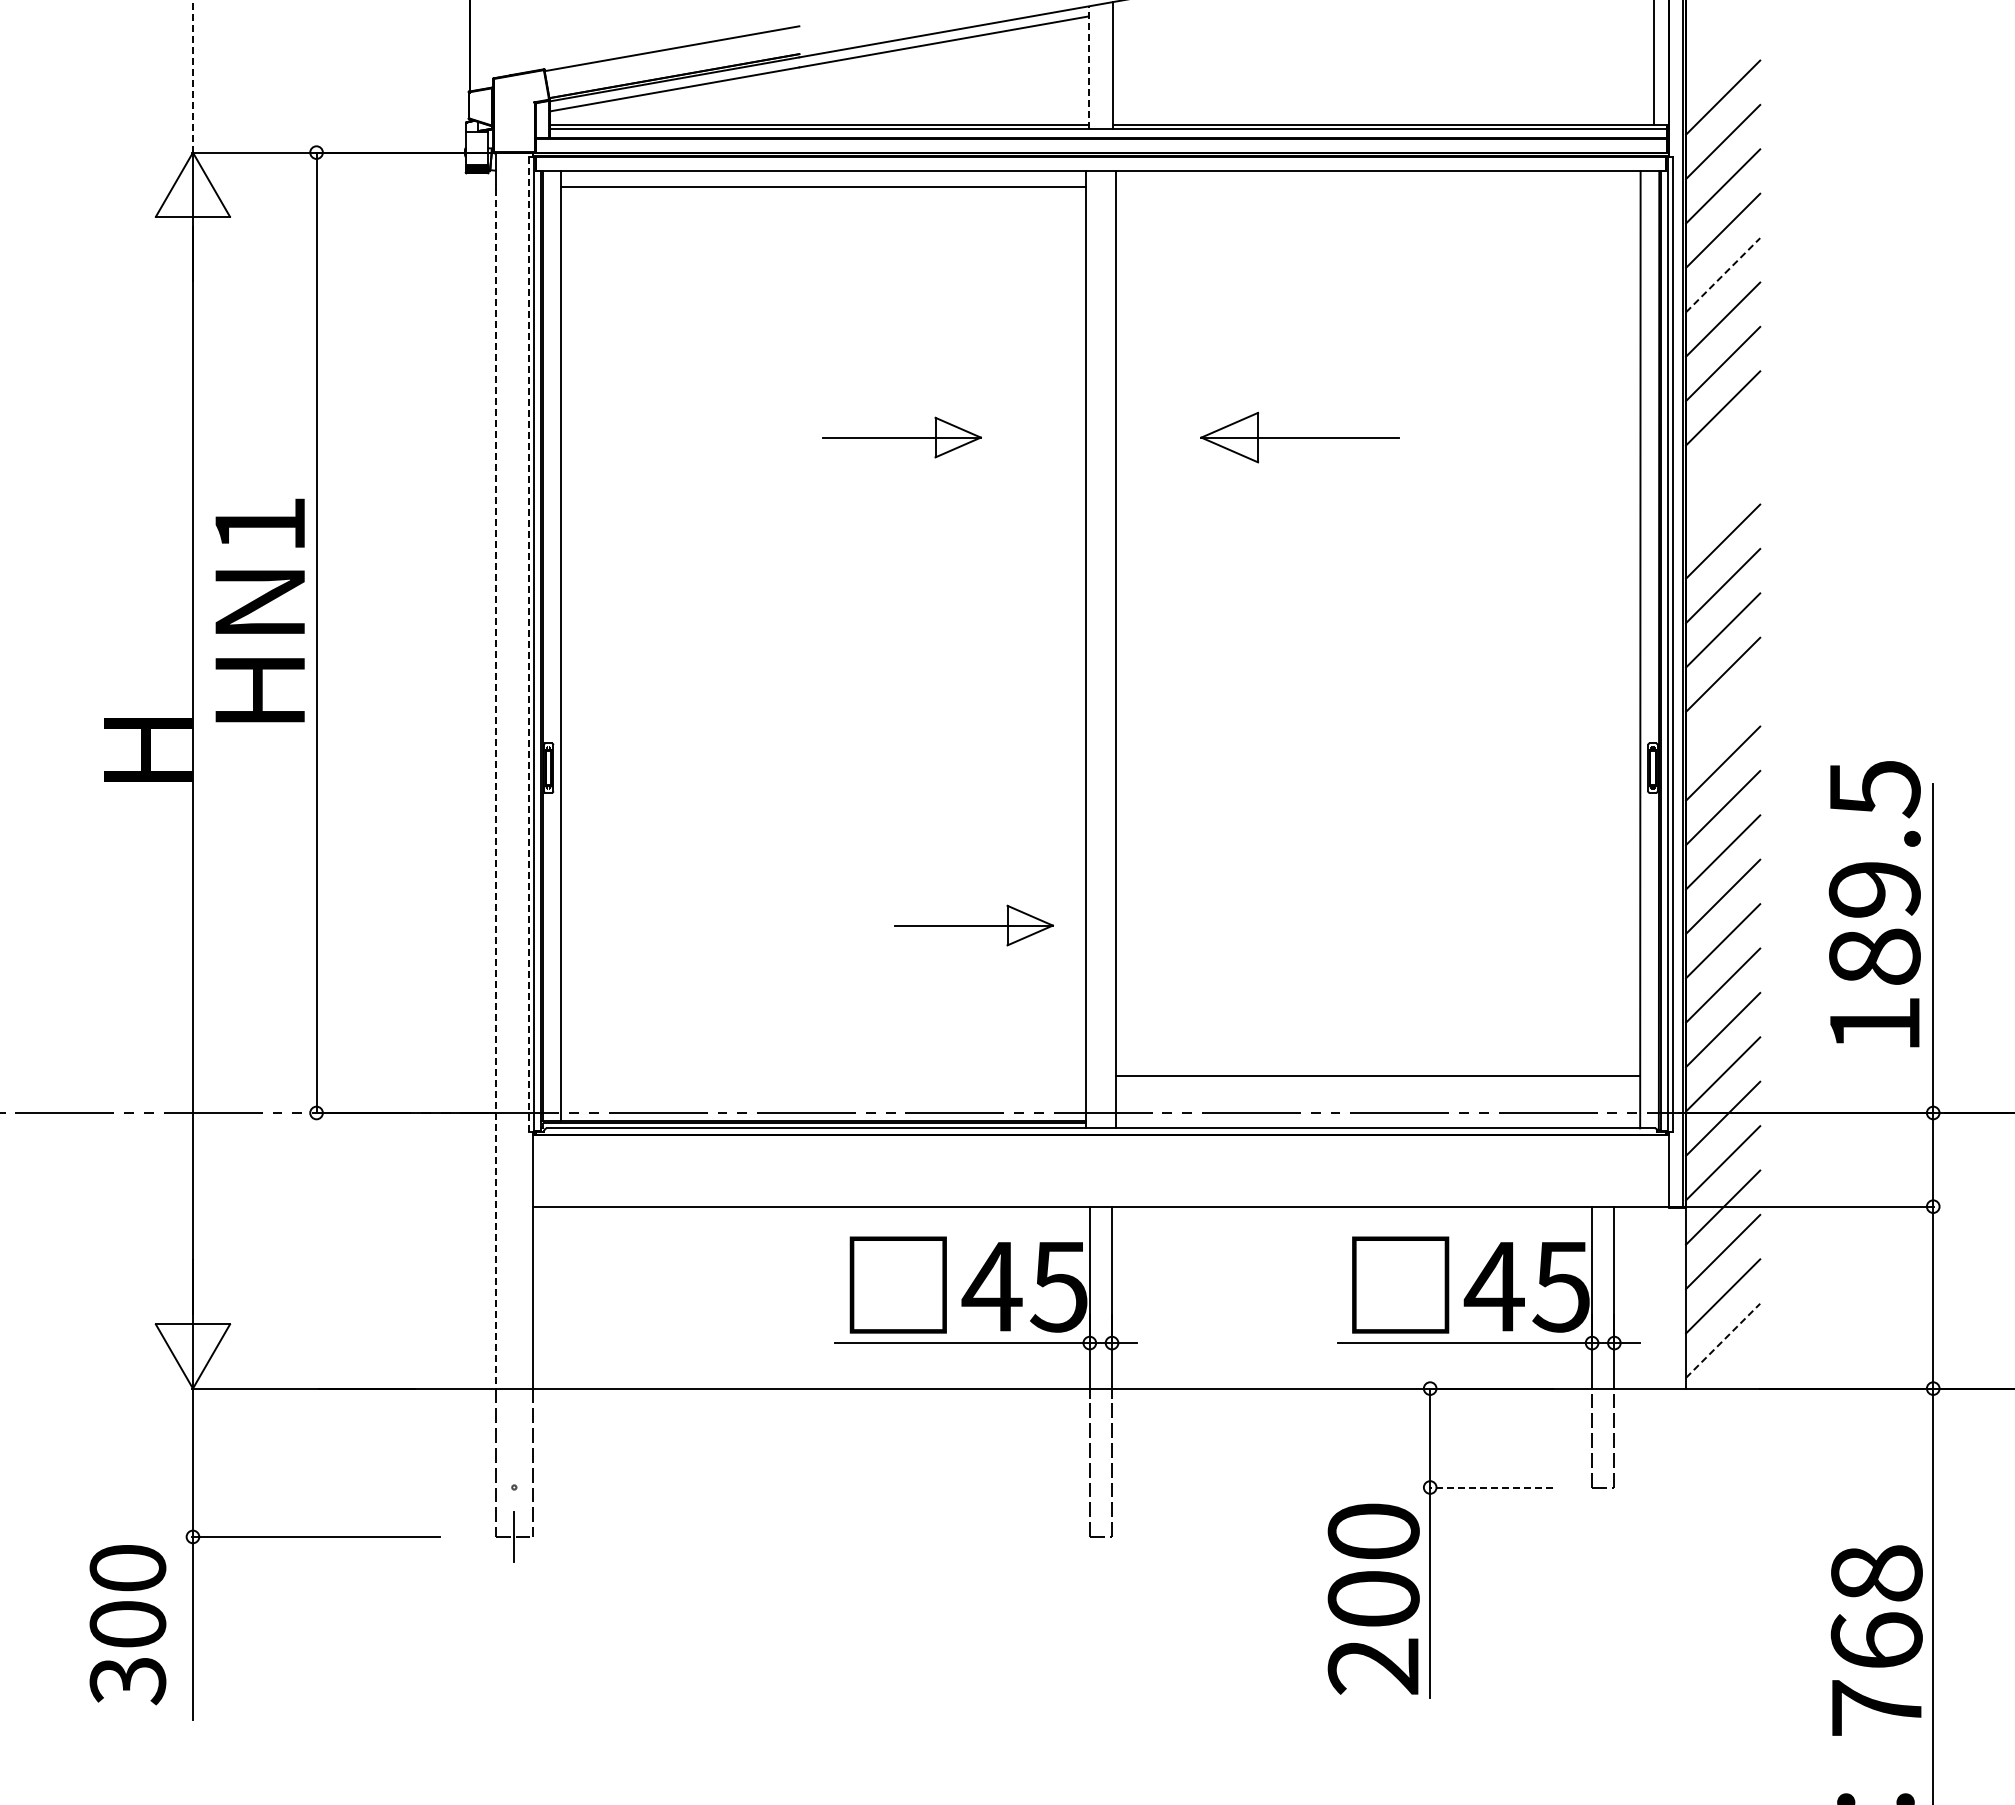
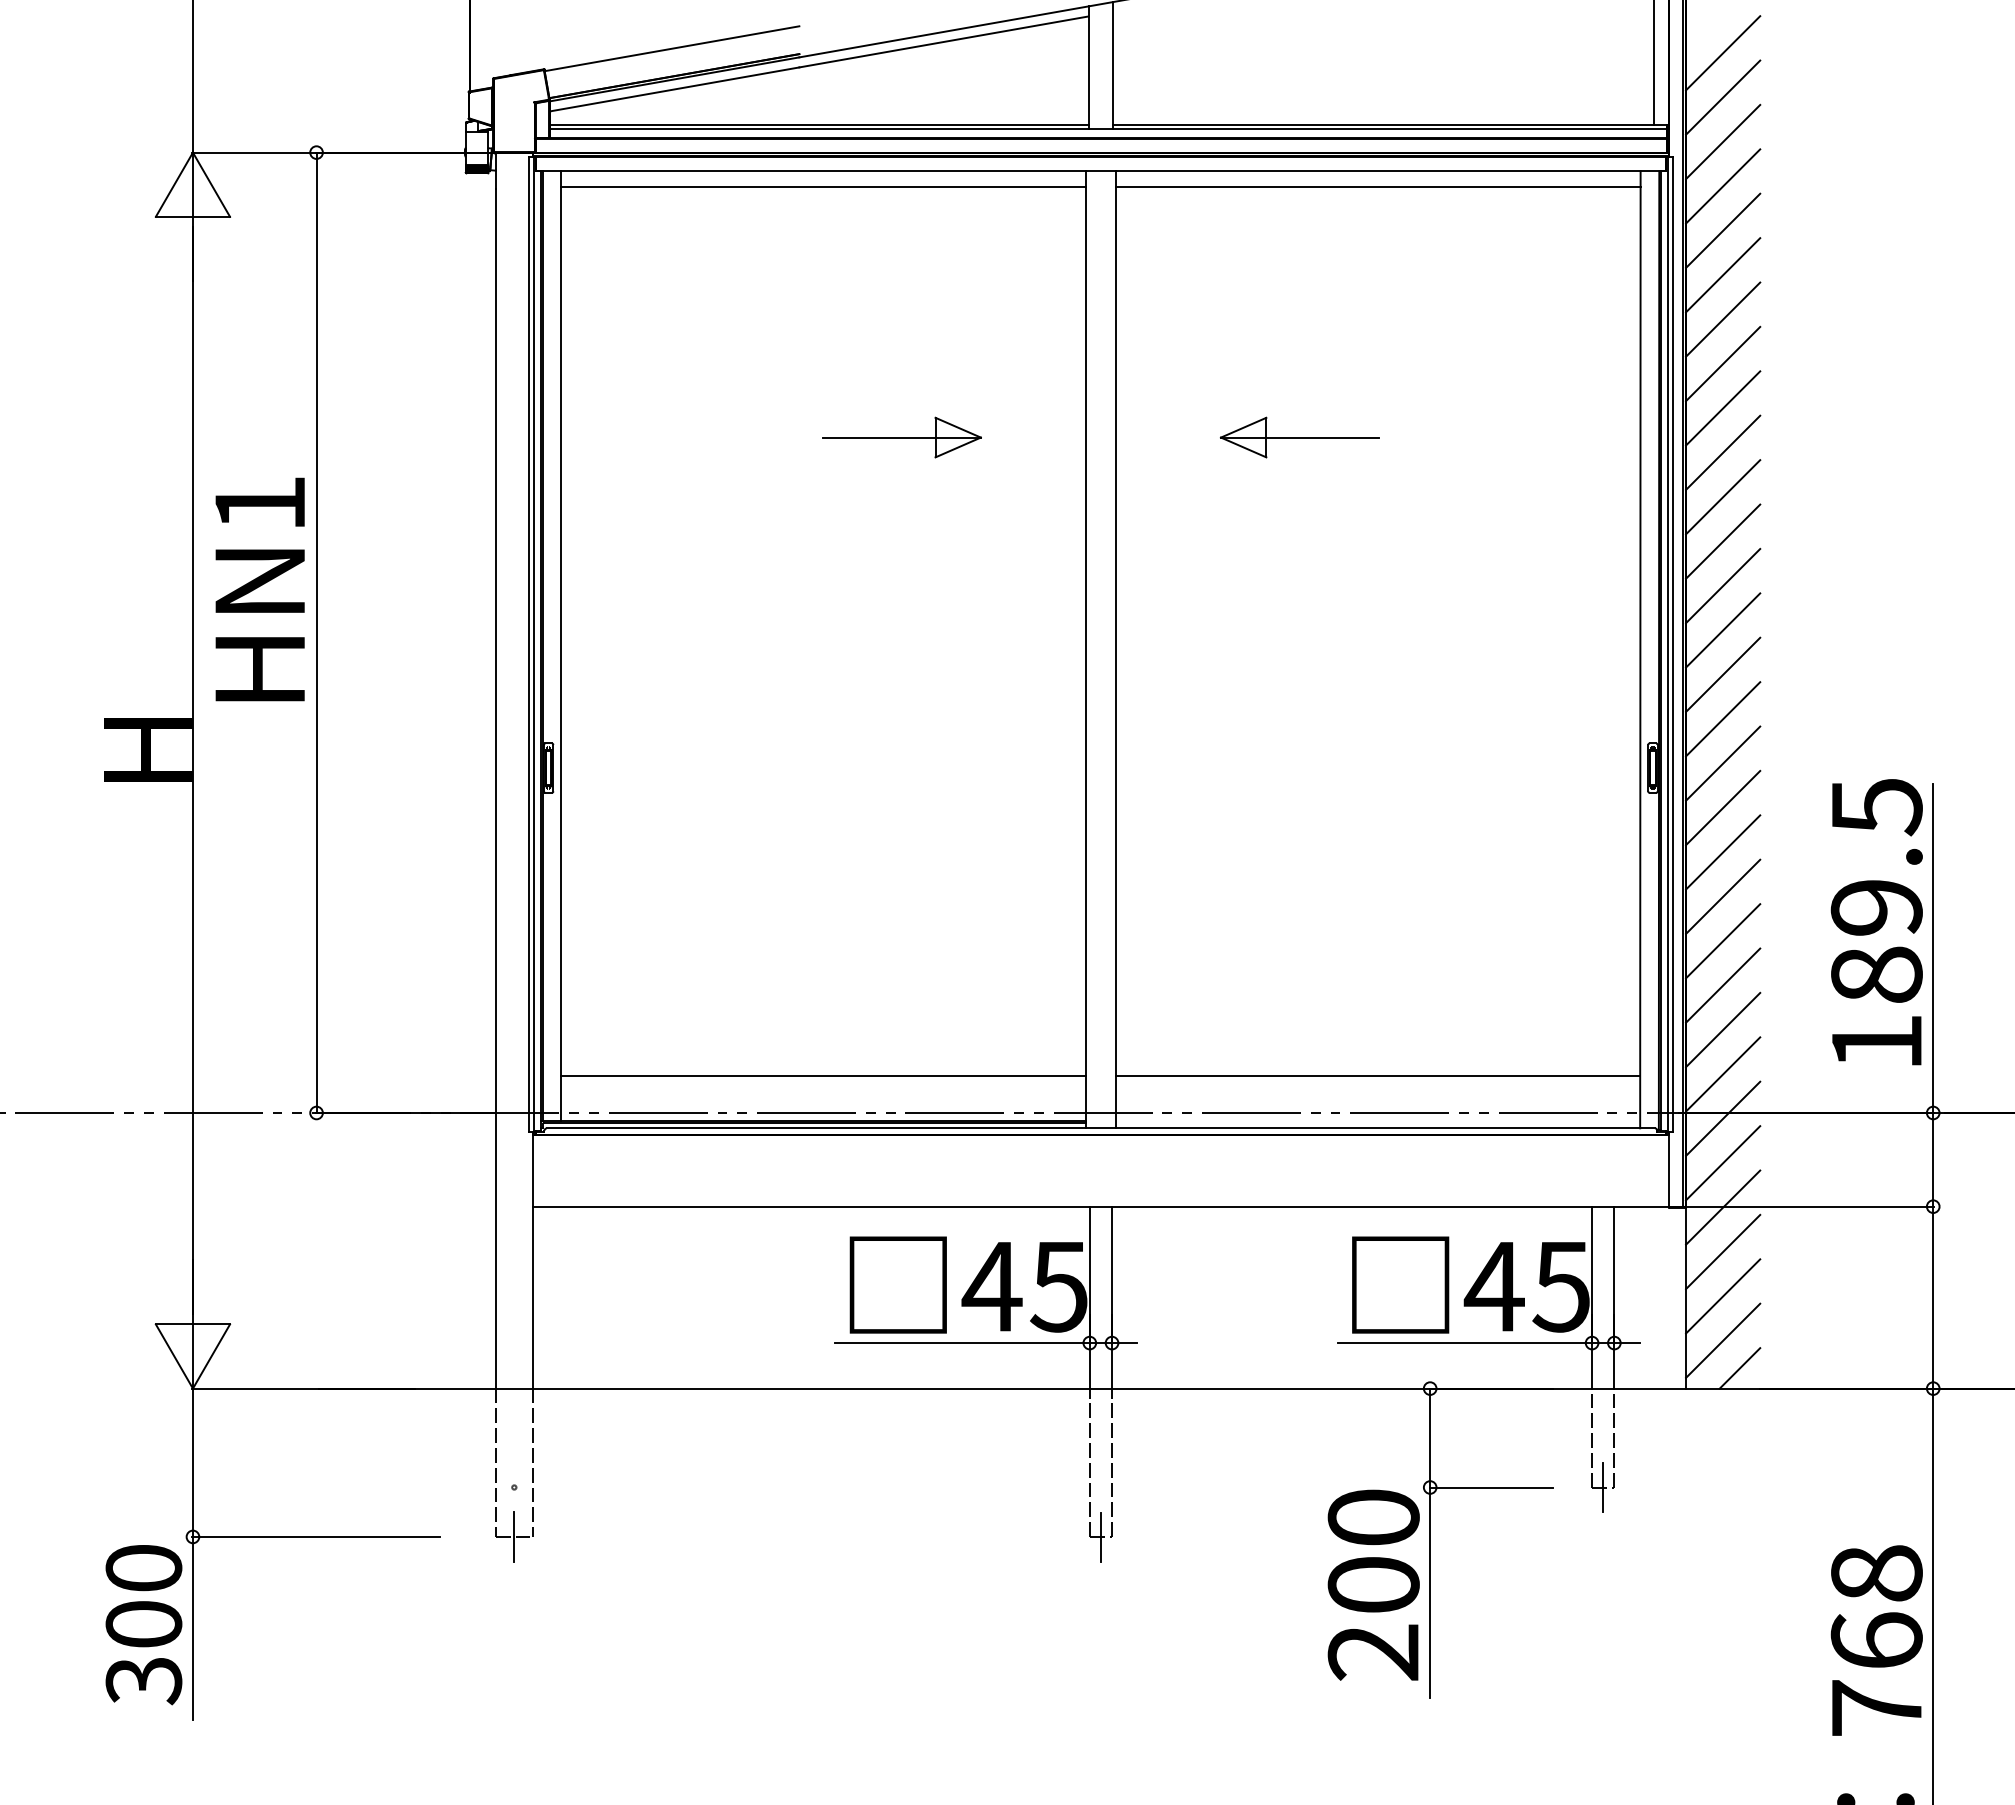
line at (1723, 53): none -> present
line at (1088, 67): dashed -> solid
line at (192, 76): dashed -> solid
line at (1377, 187): none -> present
line at (1723, 274): dashed -> solid
part at (1299, 437) size: 200x53 px -> 161x43 px
line at (1723, 452): none -> present
line at (1723, 497): none -> present
text at (259, 610) position: (259, 610) -> (259, 589)
line at (529, 644): dashed -> solid
line at (1723, 719): none -> present
line at (495, 788): dashed -> solid
text at (1874, 904) position: (1874, 904) -> (1876, 922)
part at (973, 925): present -> none
line at (823, 1075): none -> present
line at (1723, 1340): dashed -> solid
line at (1739, 1368): none -> present
line at (1491, 1487): dashed -> solid
line at (1603, 1487): none -> present
line at (1100, 1537): none -> present
text at (1373, 1598) position: (1373, 1598) -> (1373, 1584)
text at (127, 1625) position: (127, 1625) -> (143, 1625)
